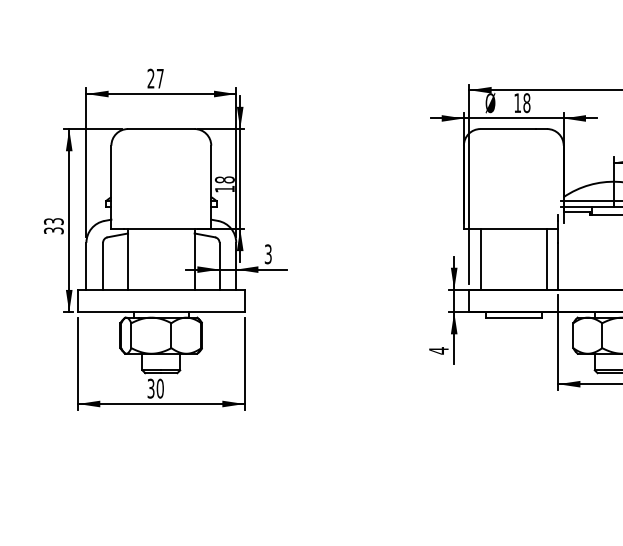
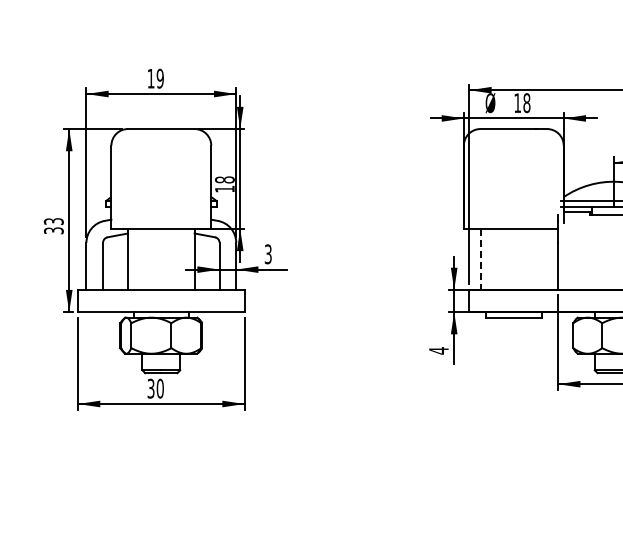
text at (155, 78): 27 -> 19
line at (547, 258): present -> none
line at (480, 259): solid -> dashed
